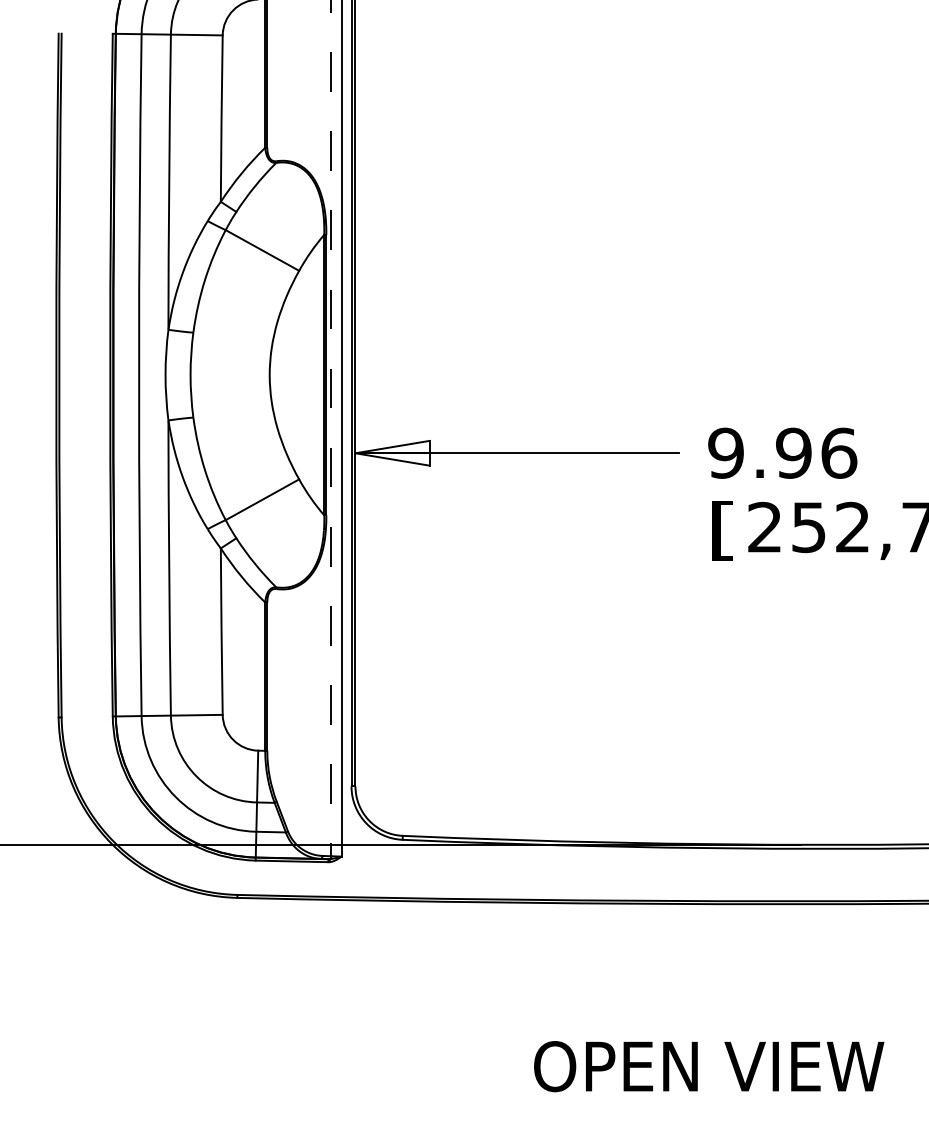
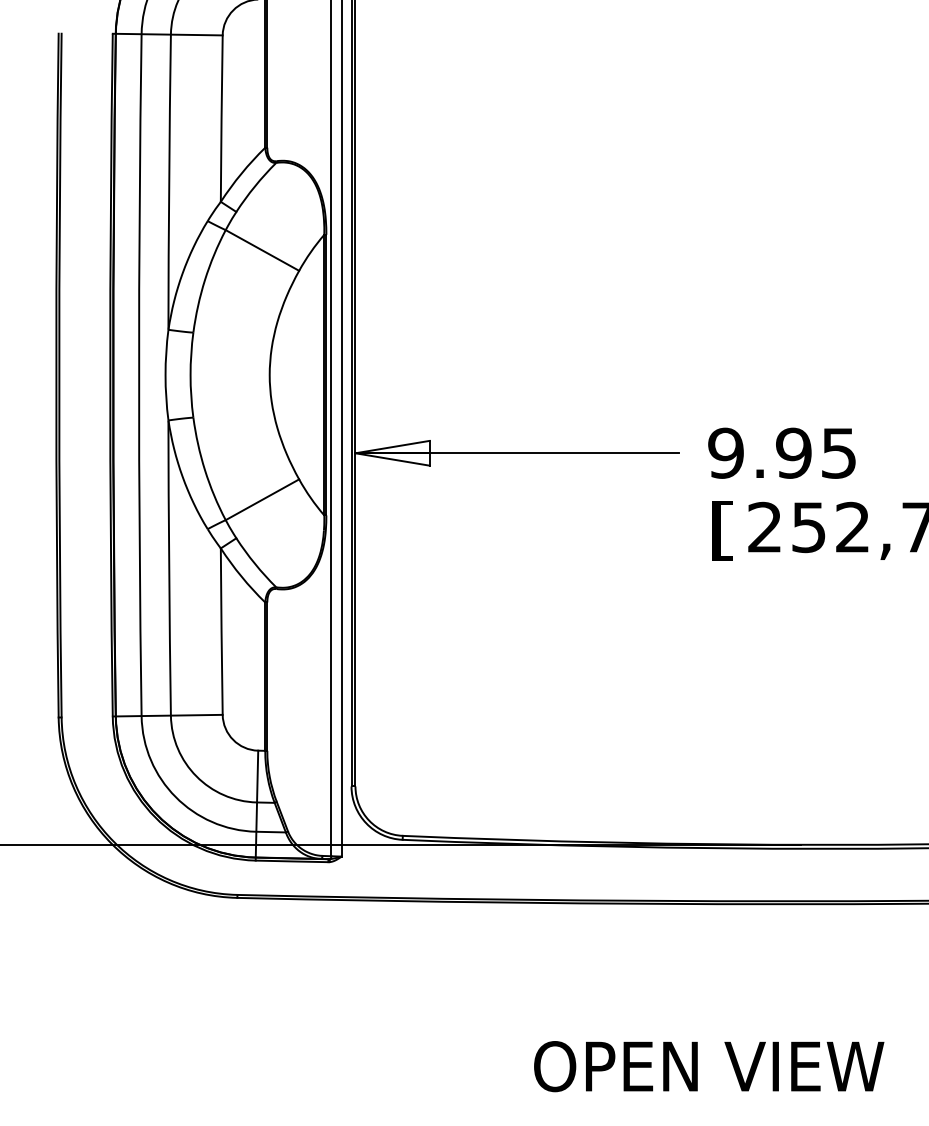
line at (331, 428): dashed -> solid
text at (839, 452): 9.96 -> 9.95
